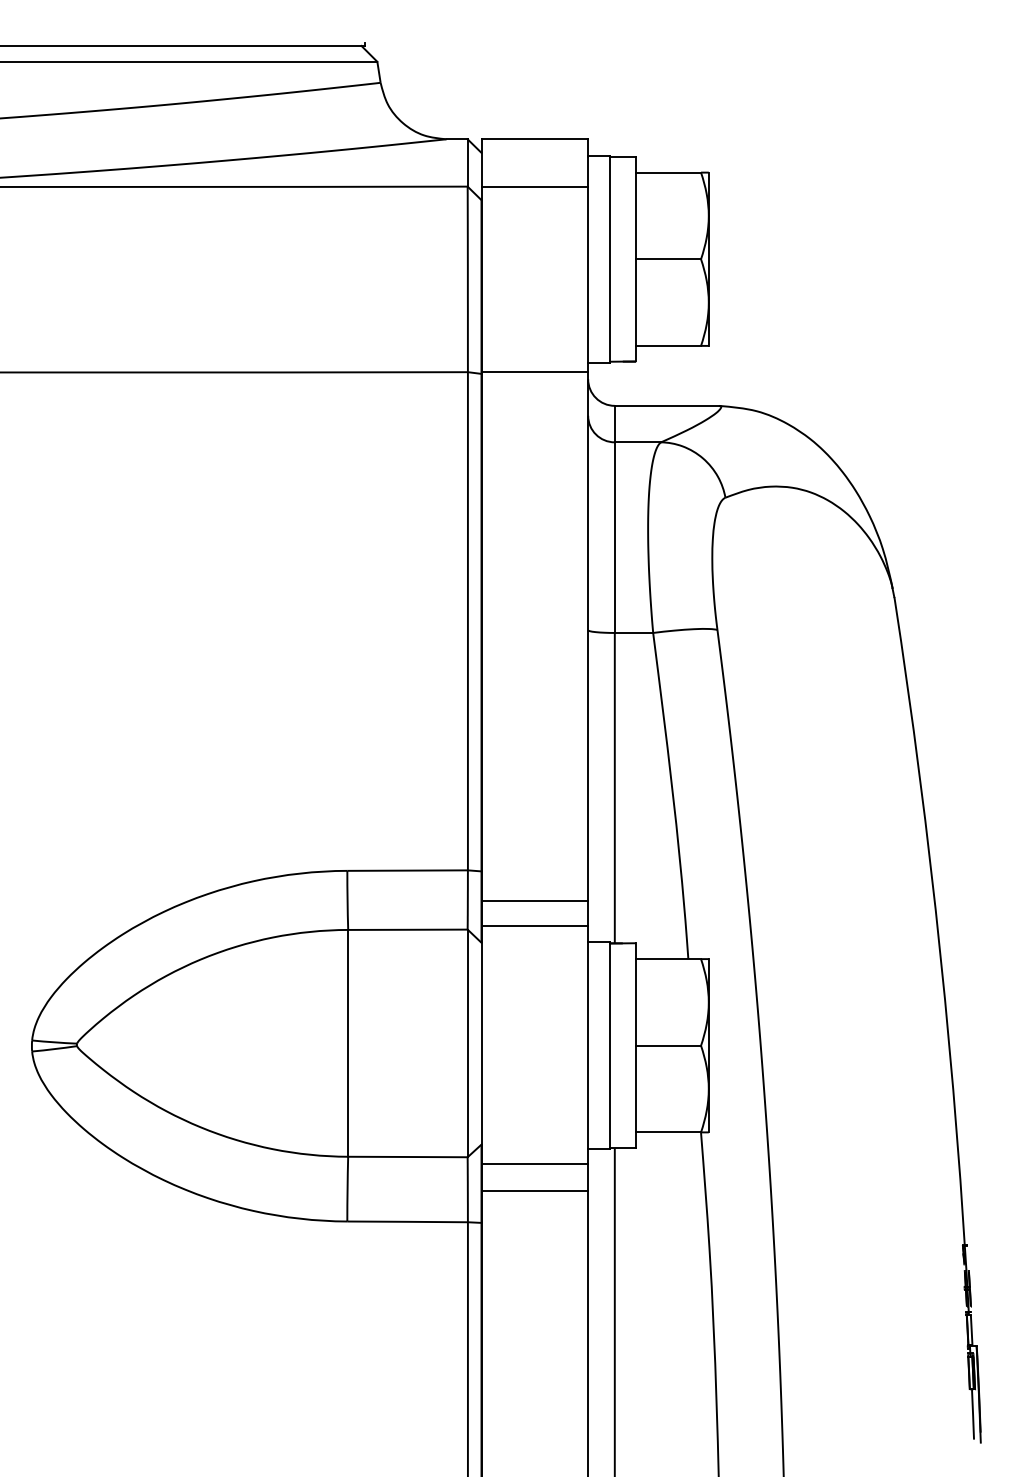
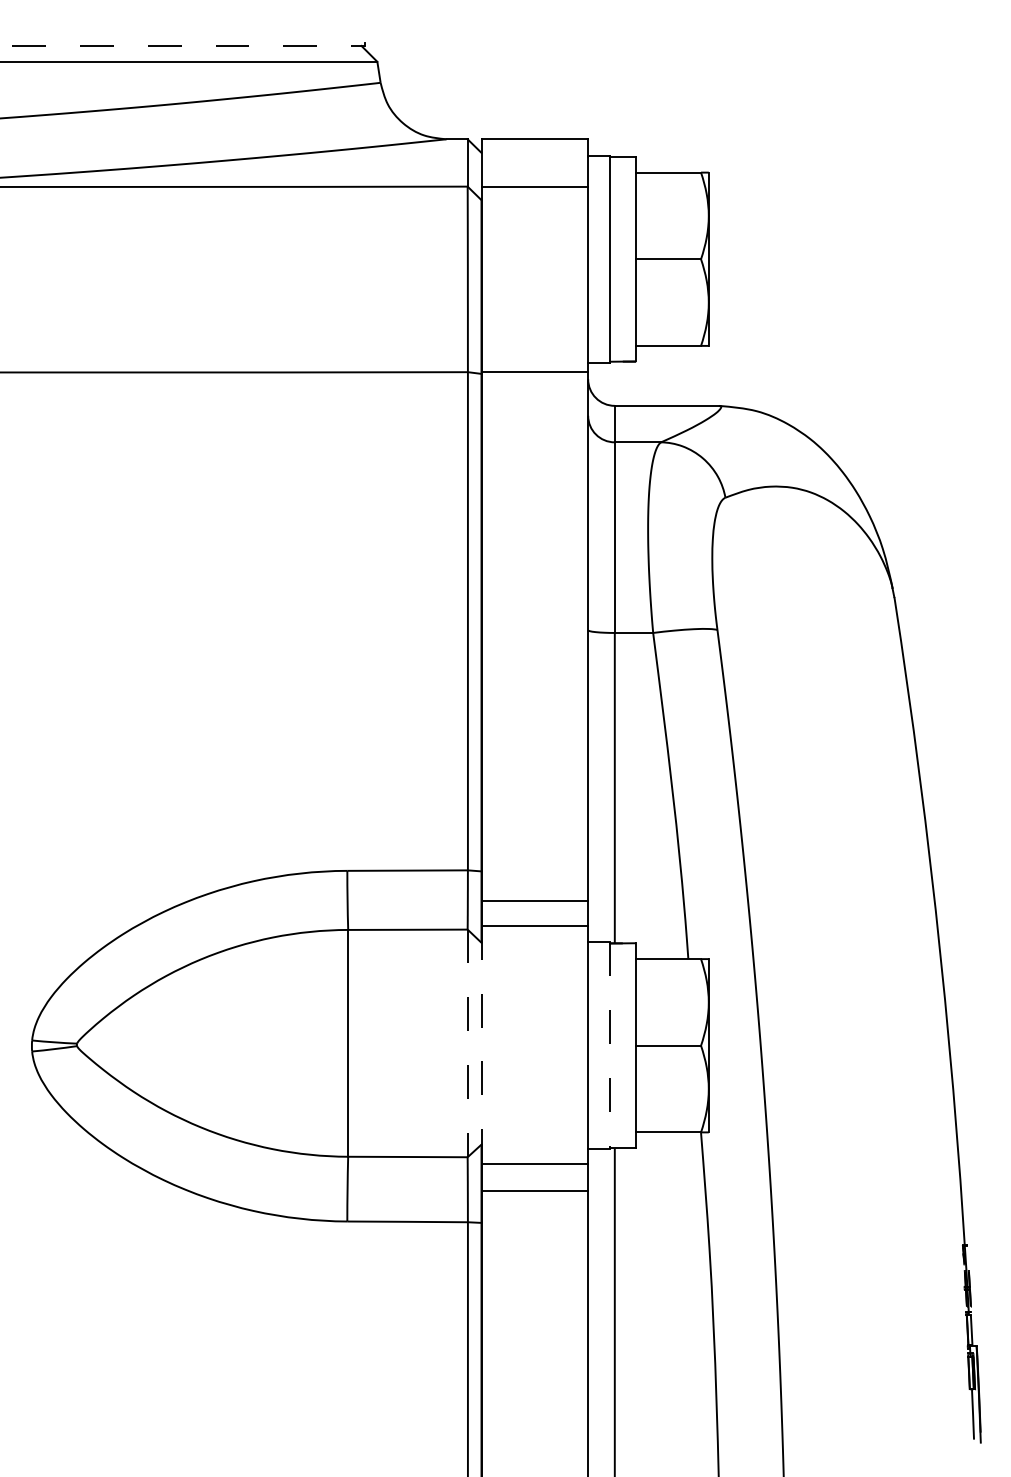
line at (183, 45): solid -> dashed
line at (467, 1043): solid -> dashed
line at (481, 1044): solid -> dashed
line at (609, 1046): solid -> dashed
